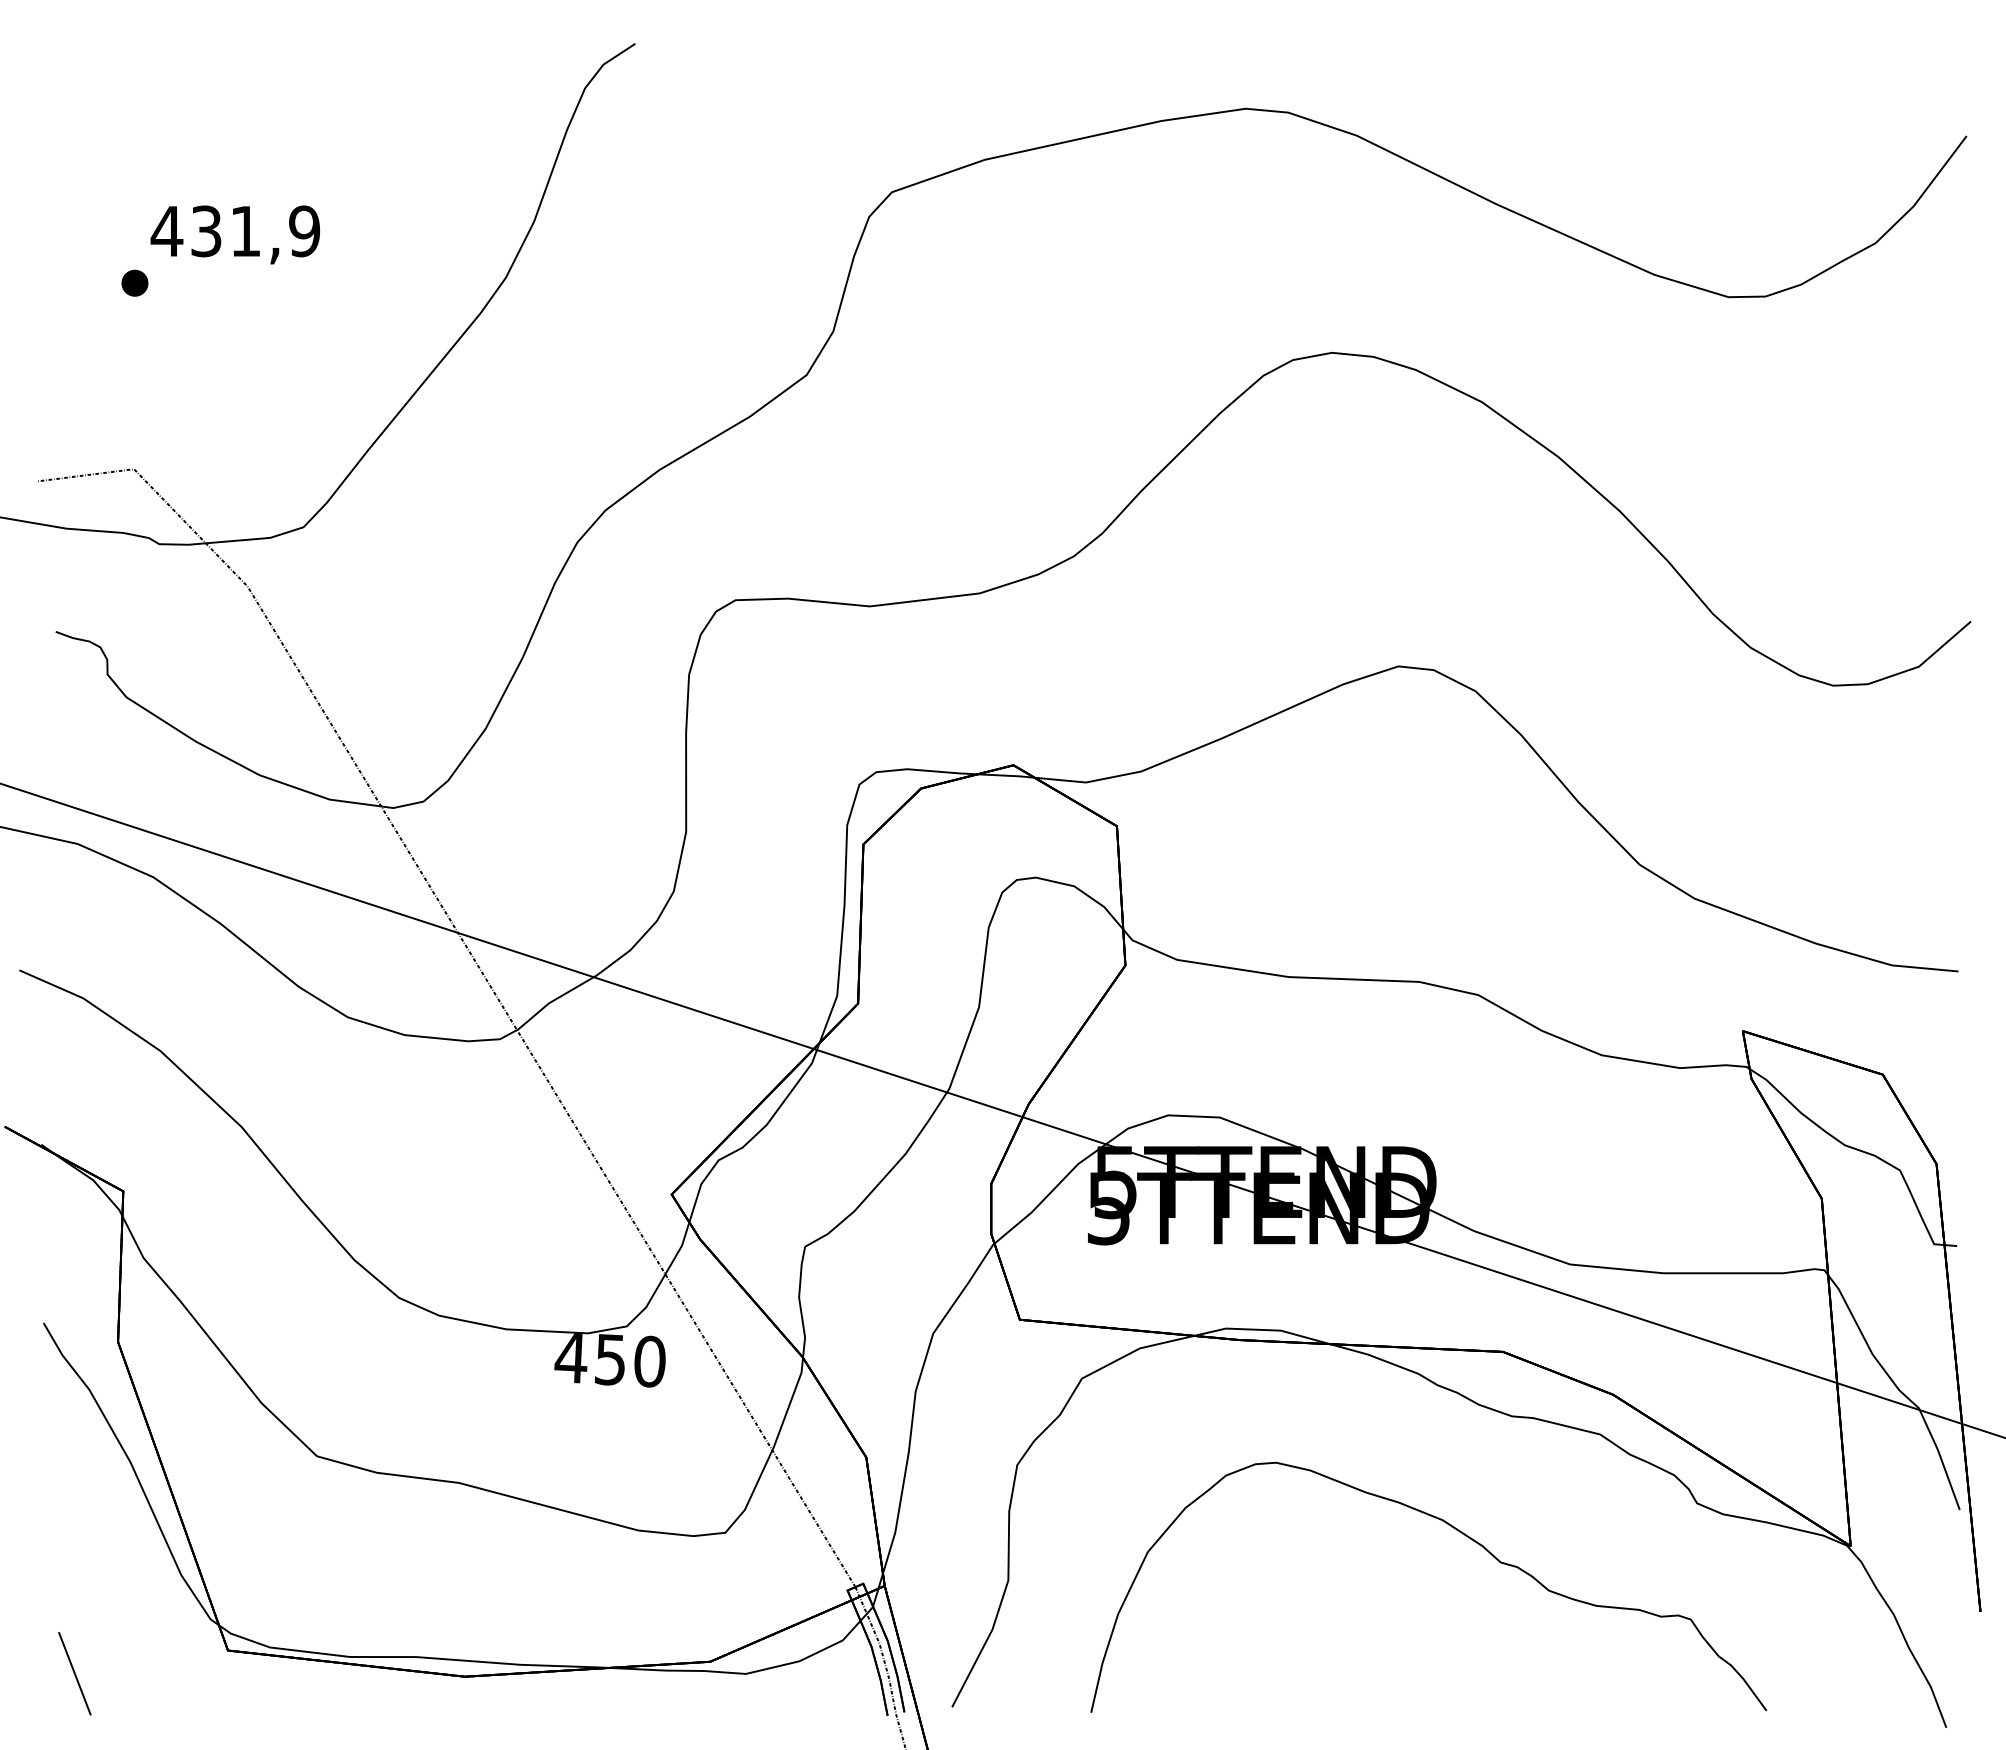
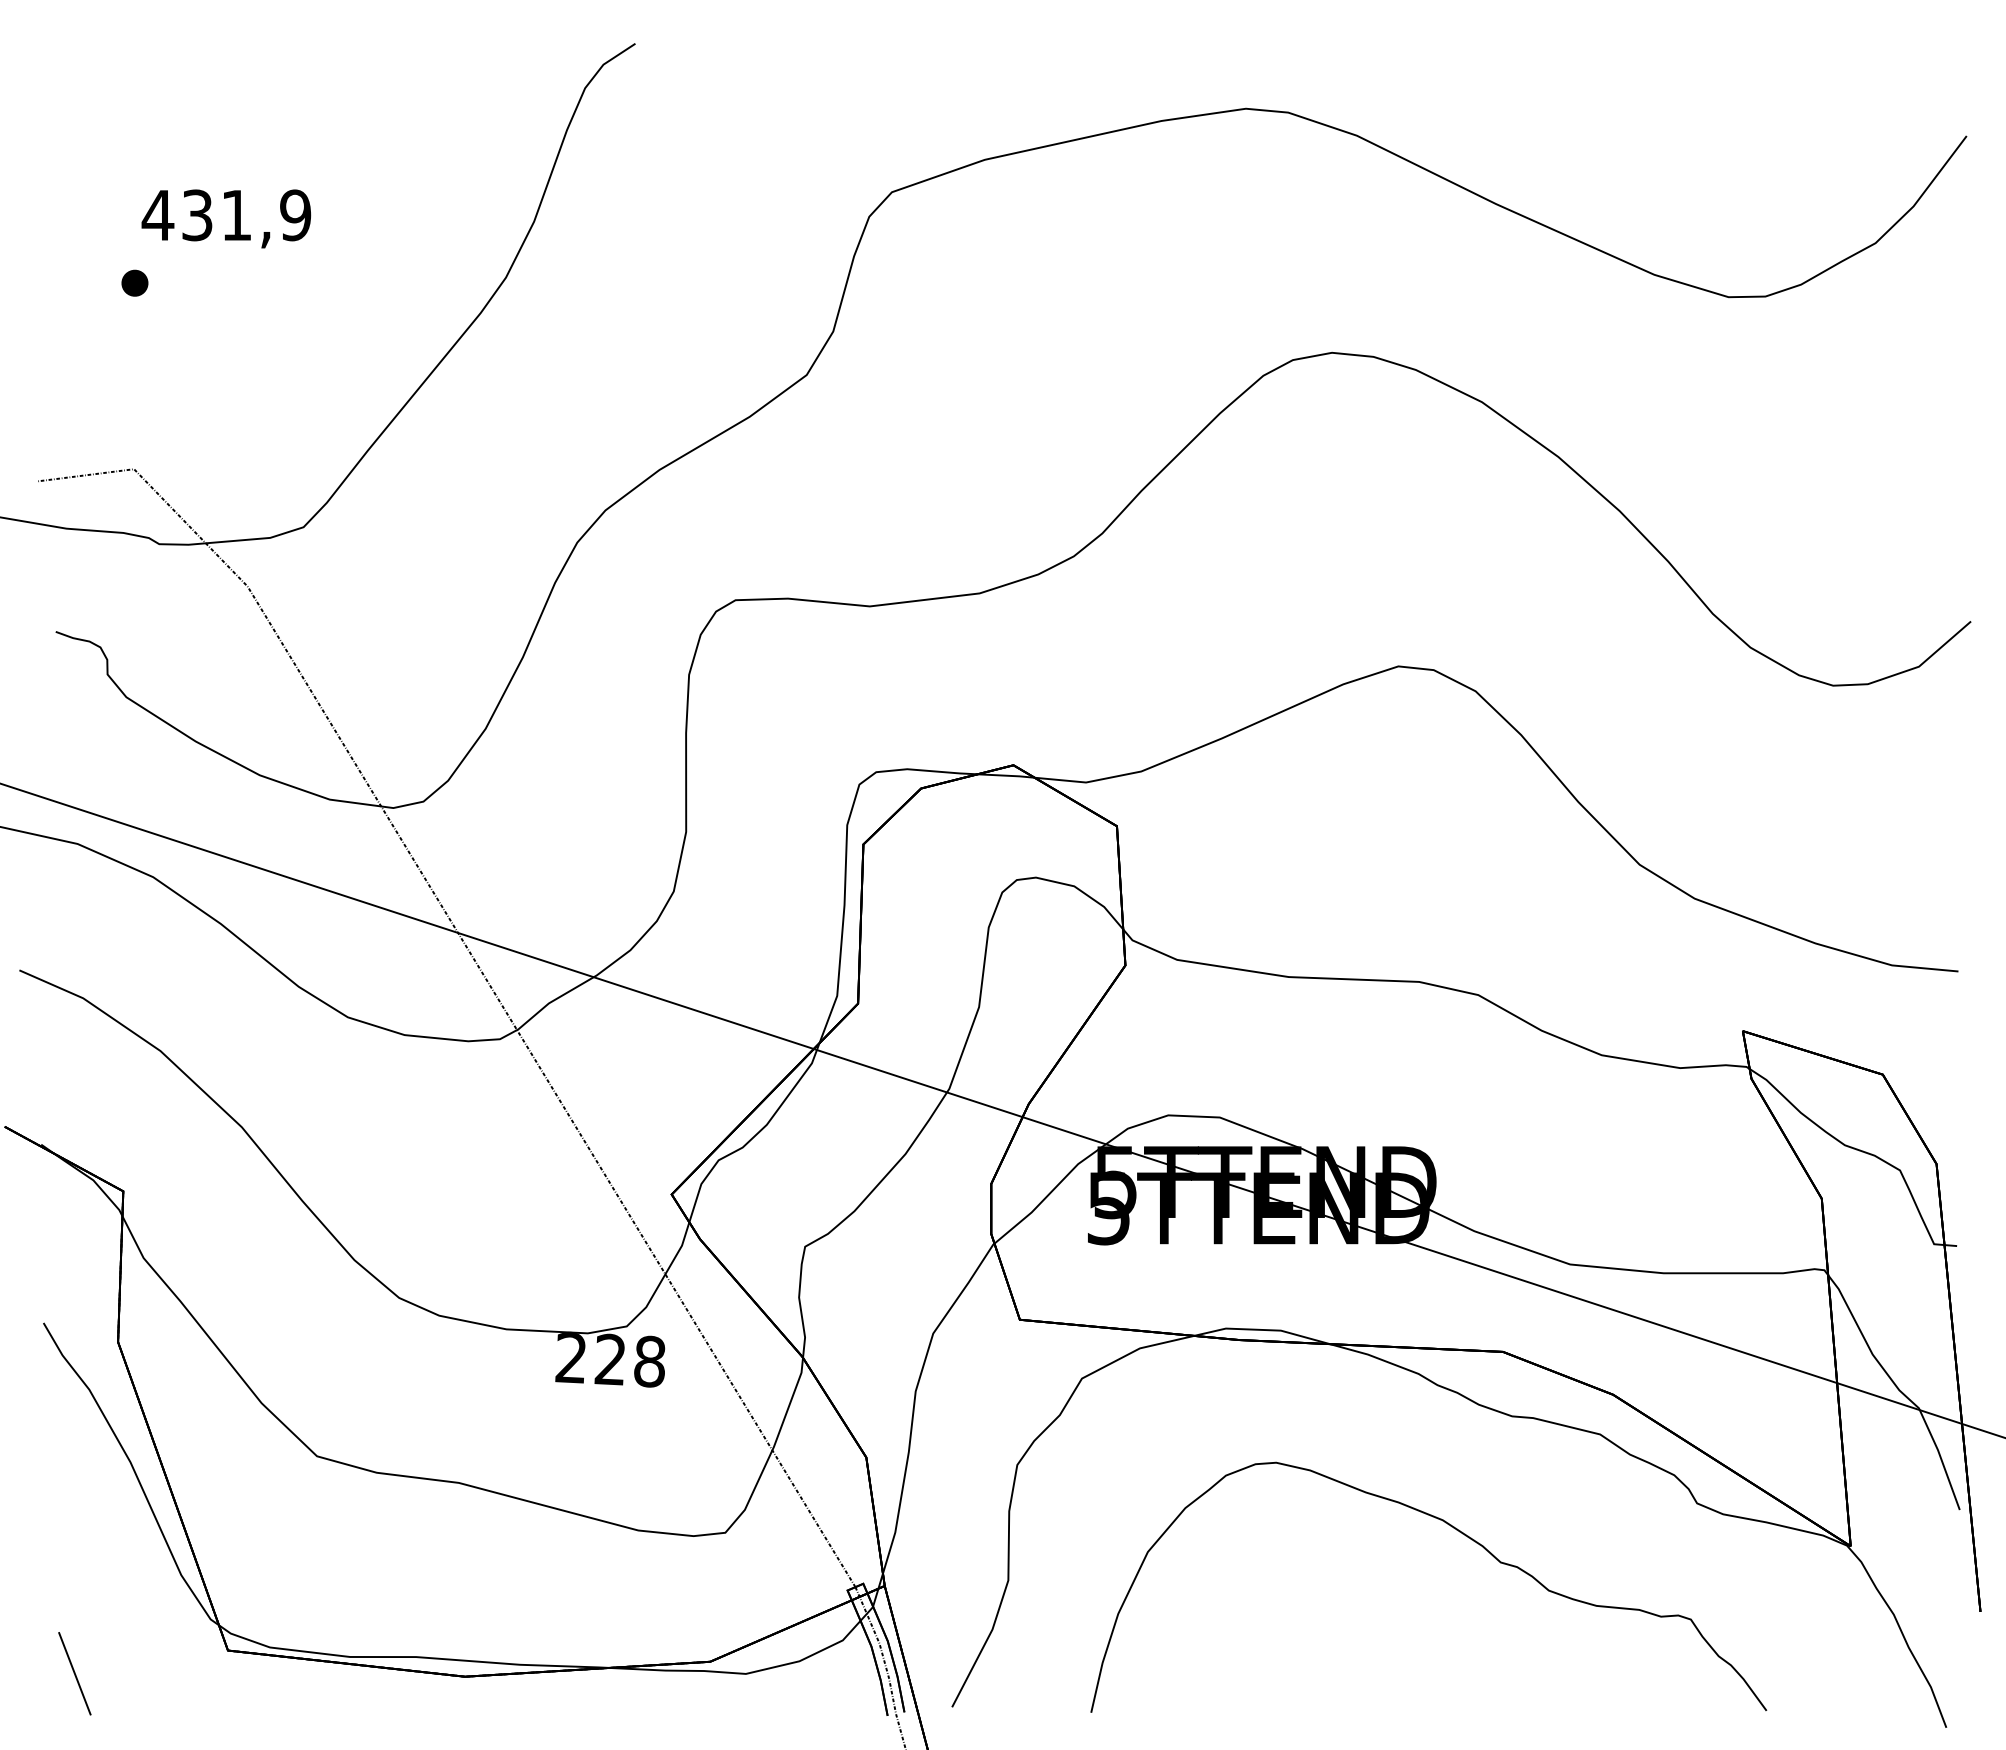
text at (235, 234) position: (235, 234) -> (226, 218)
text at (609, 1360): 450 -> 228
